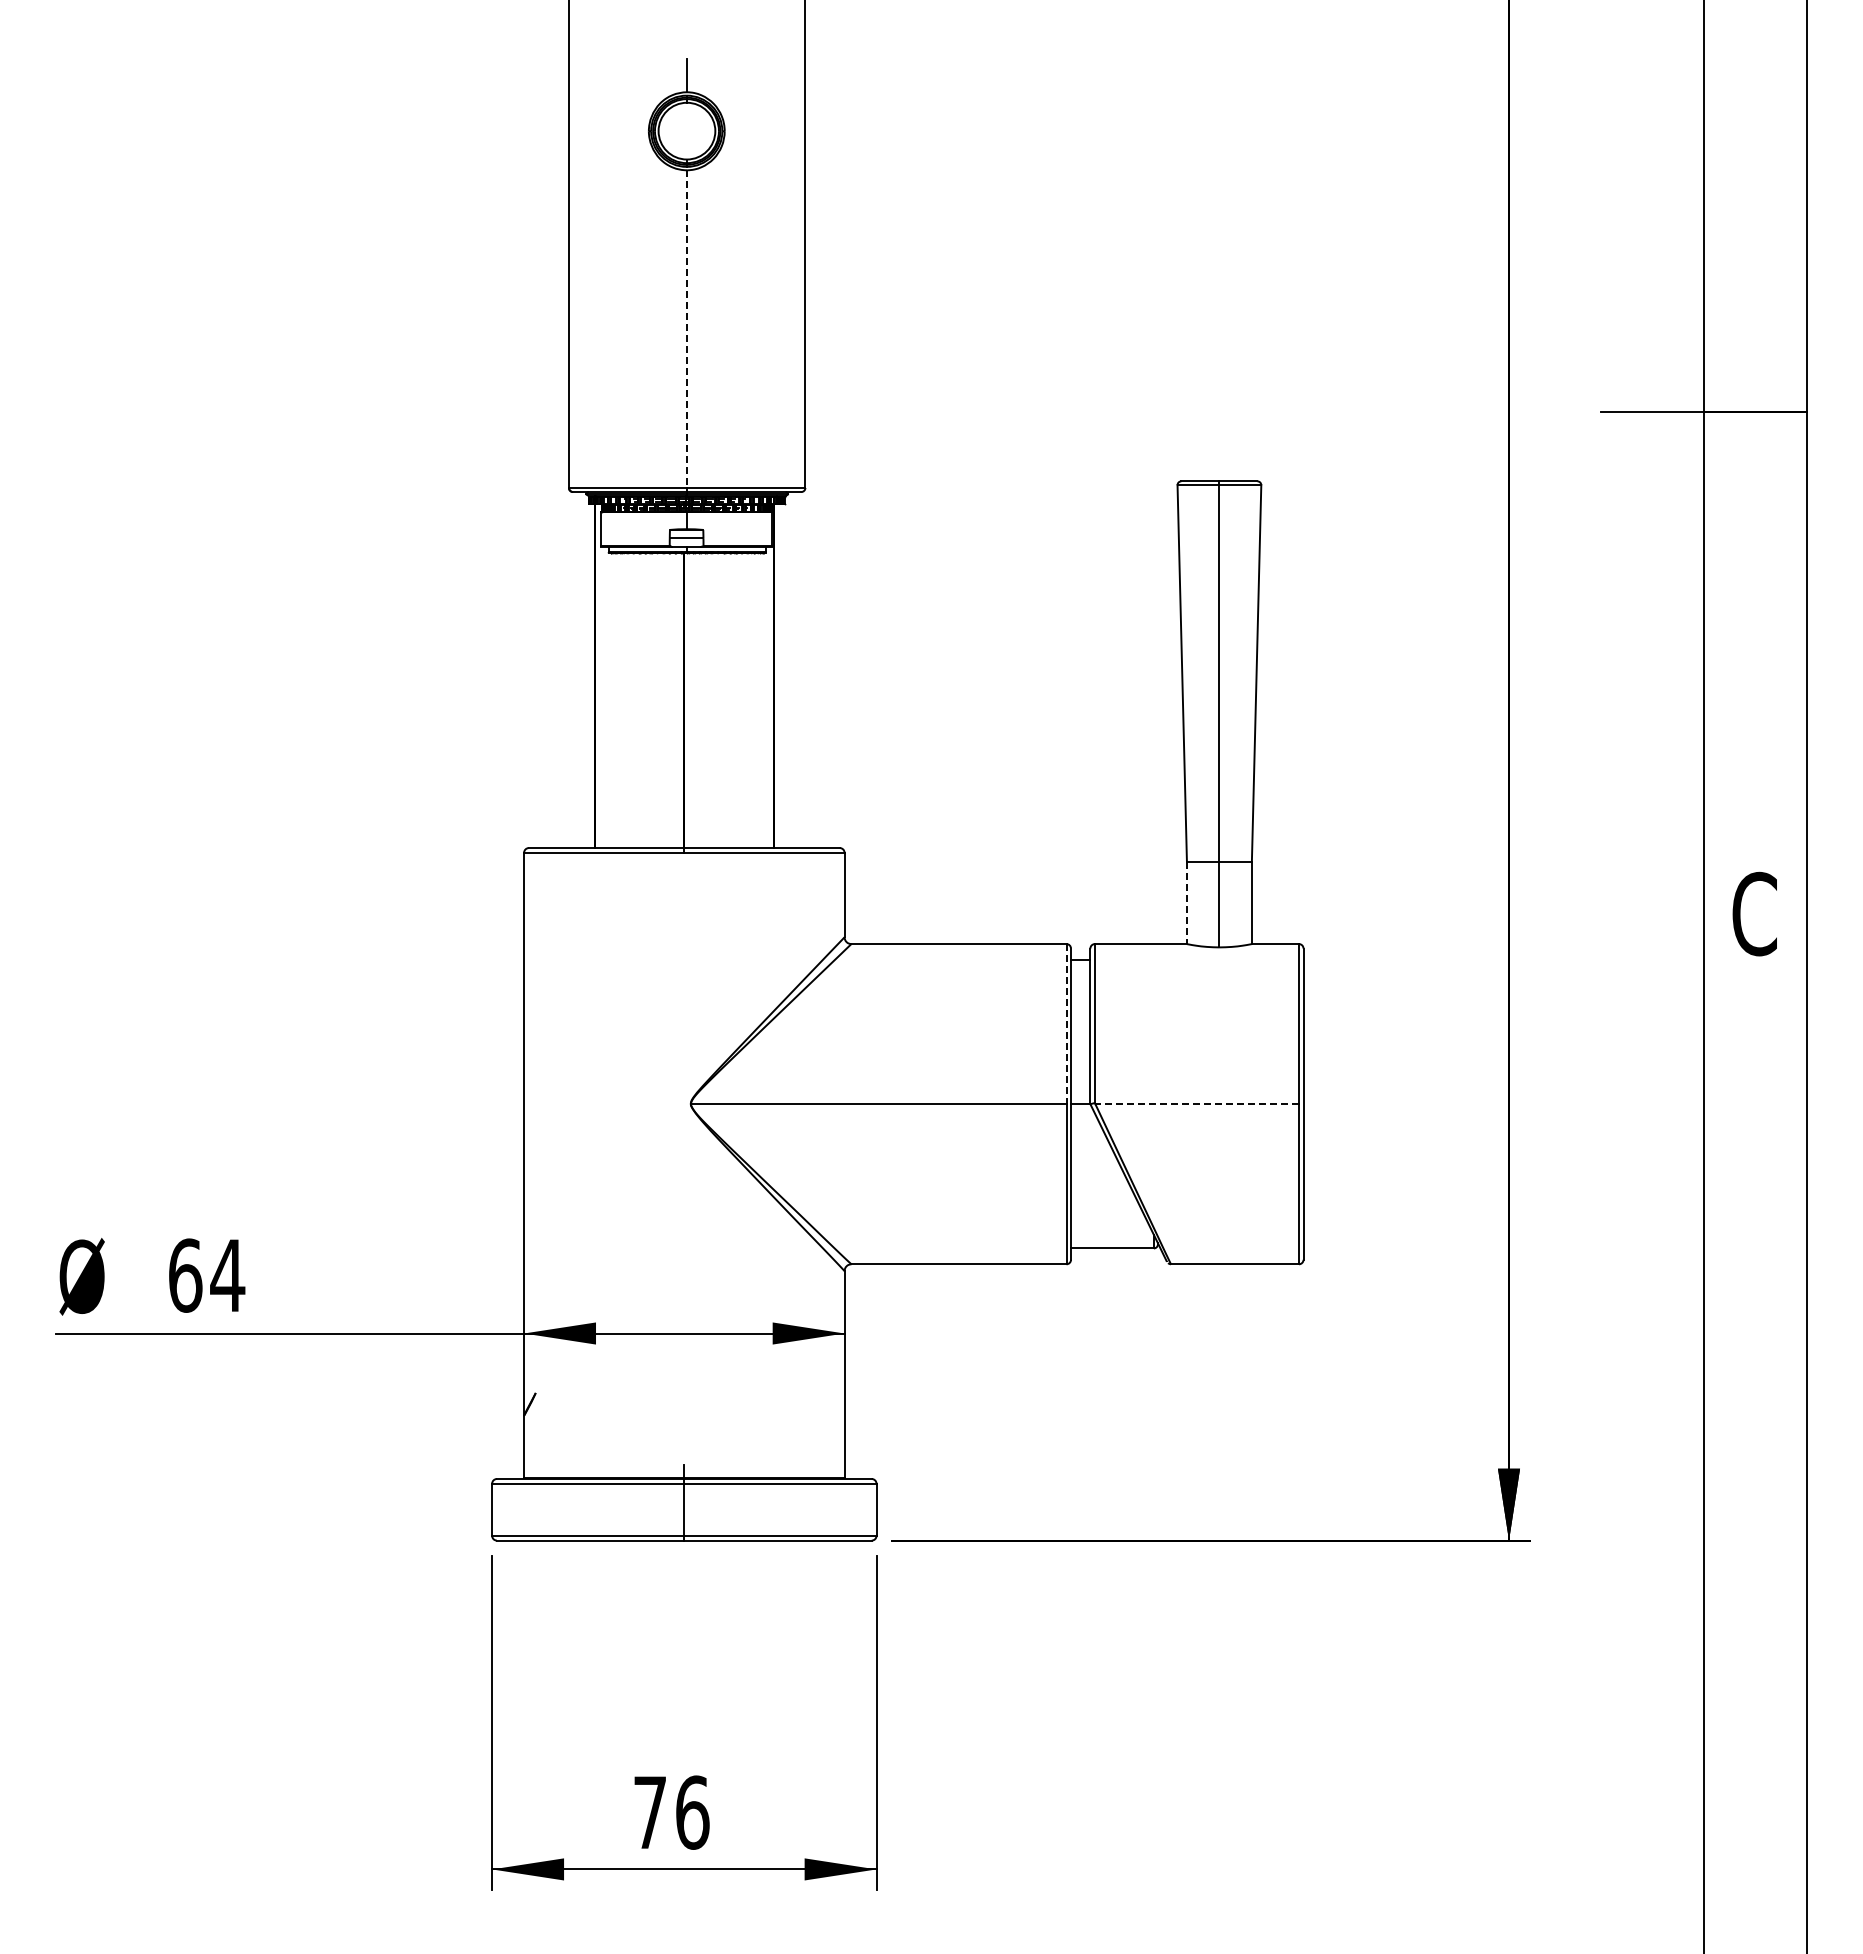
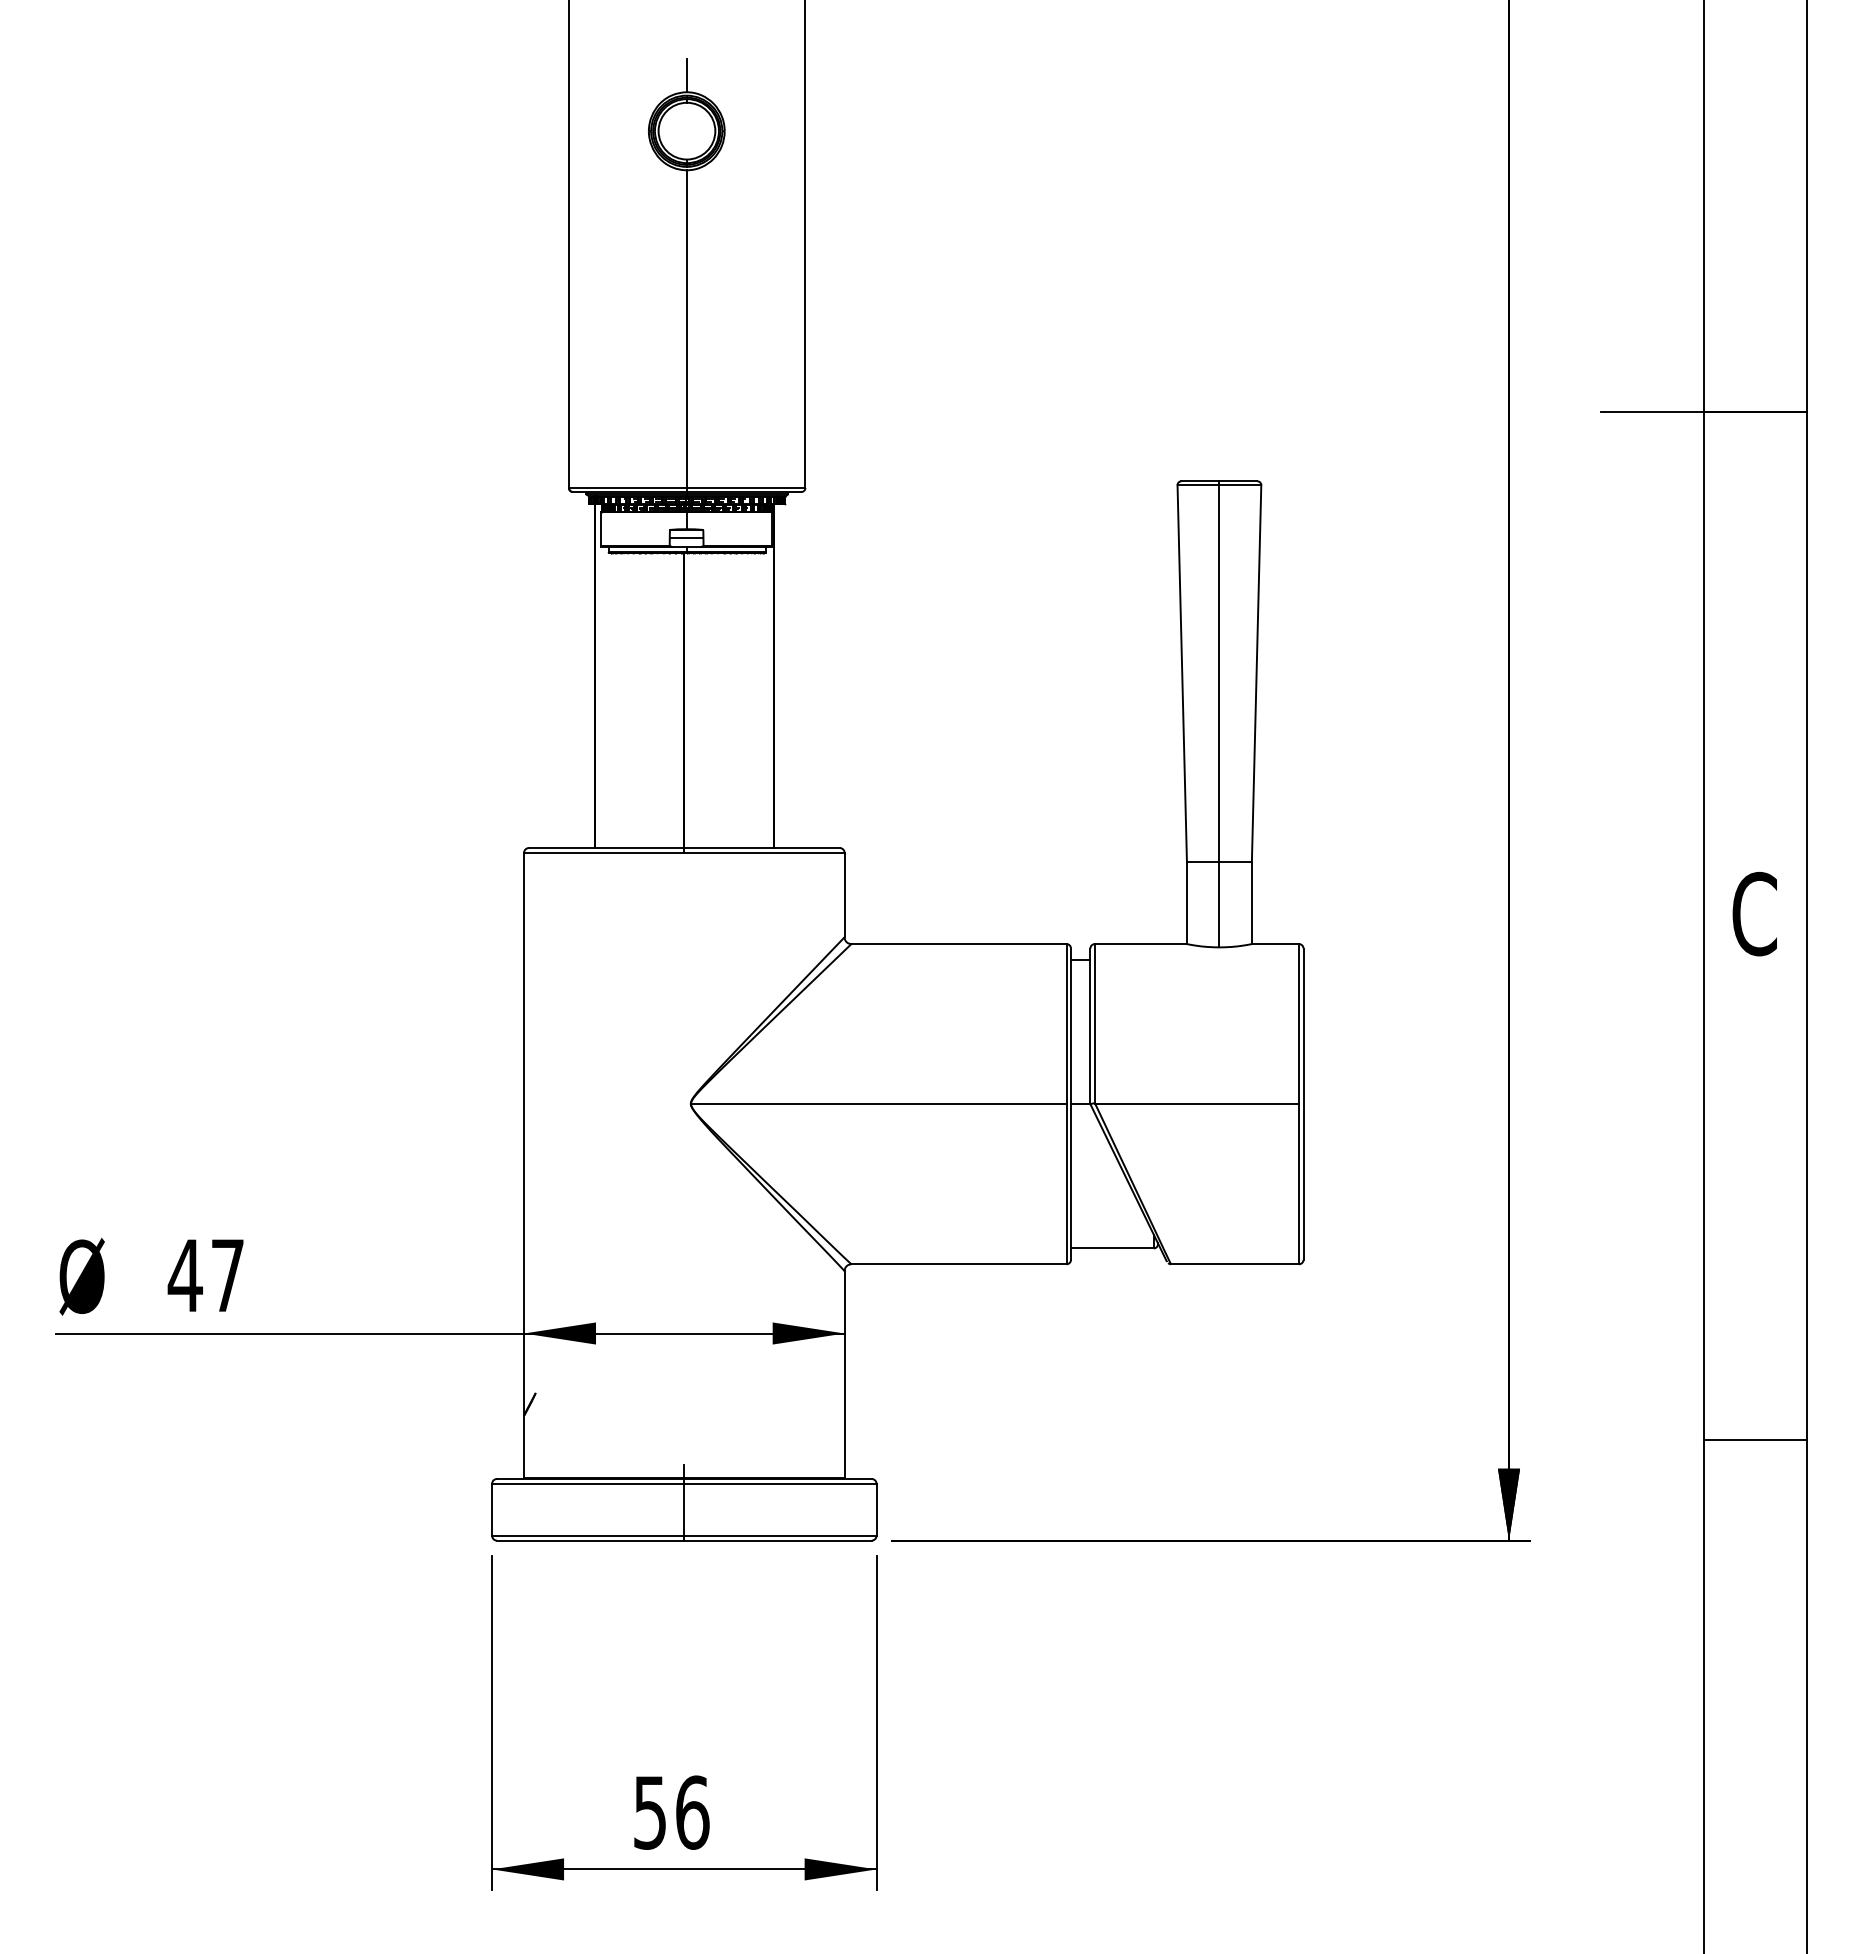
line at (687, 329): dashed -> solid
line at (1186, 903): dashed -> solid
line at (1066, 1024): dashed -> solid
line at (1197, 1104): dashed -> solid
text at (206, 1275): 64 -> 47
line at (1755, 1439): none -> present
text at (649, 1812): 76 -> 56
